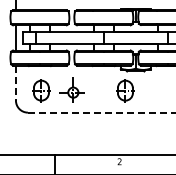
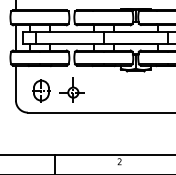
line at (15, 83): dashed -> solid
part at (125, 90): present -> none
line at (101, 112): dashed -> solid
